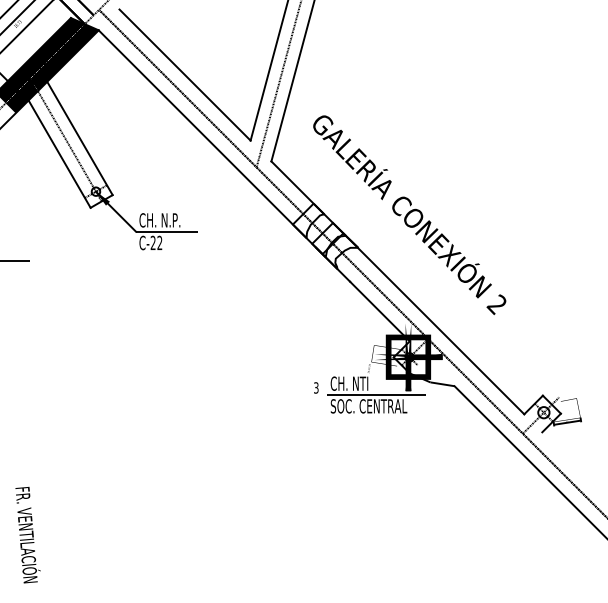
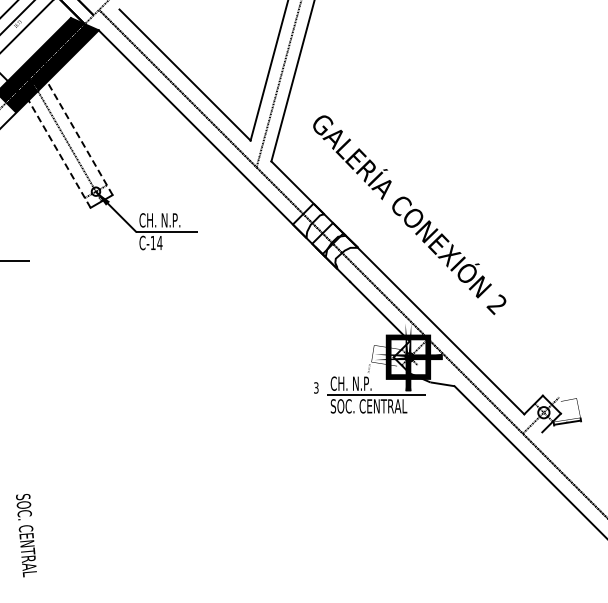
line at (79, 138): solid -> dashed
line at (59, 153): solid -> dashed
text at (156, 242): C-22 -> C-14
text at (365, 383): CH. NTI -> CH. N.P.
text at (27, 534): FR. VENTILACIÓN -> SOC. CENTRAL
